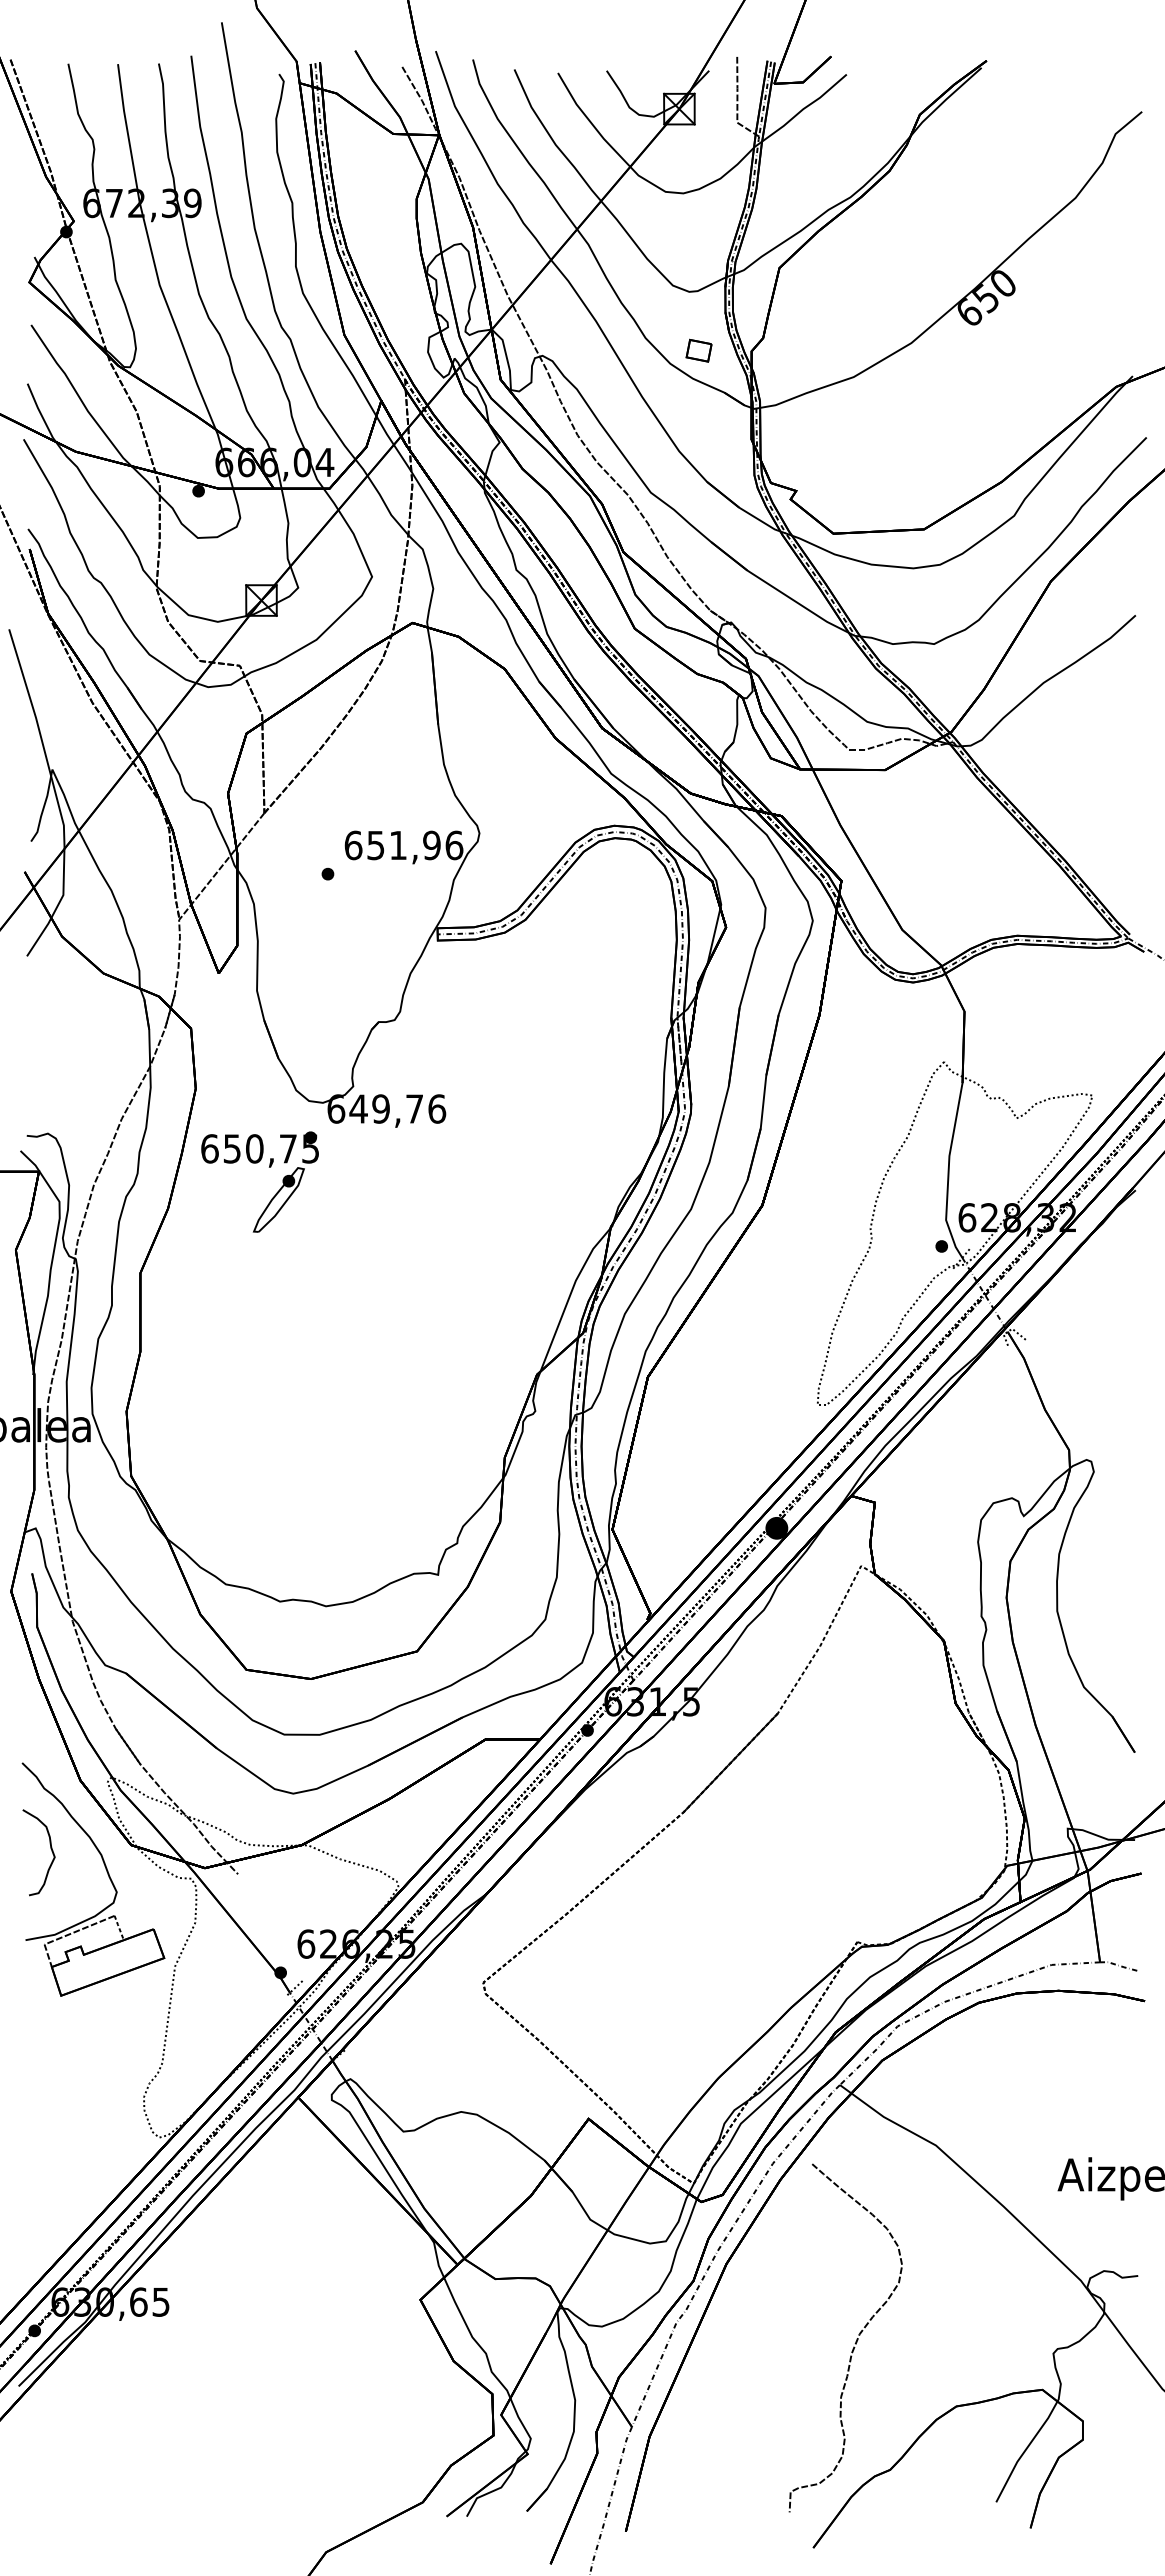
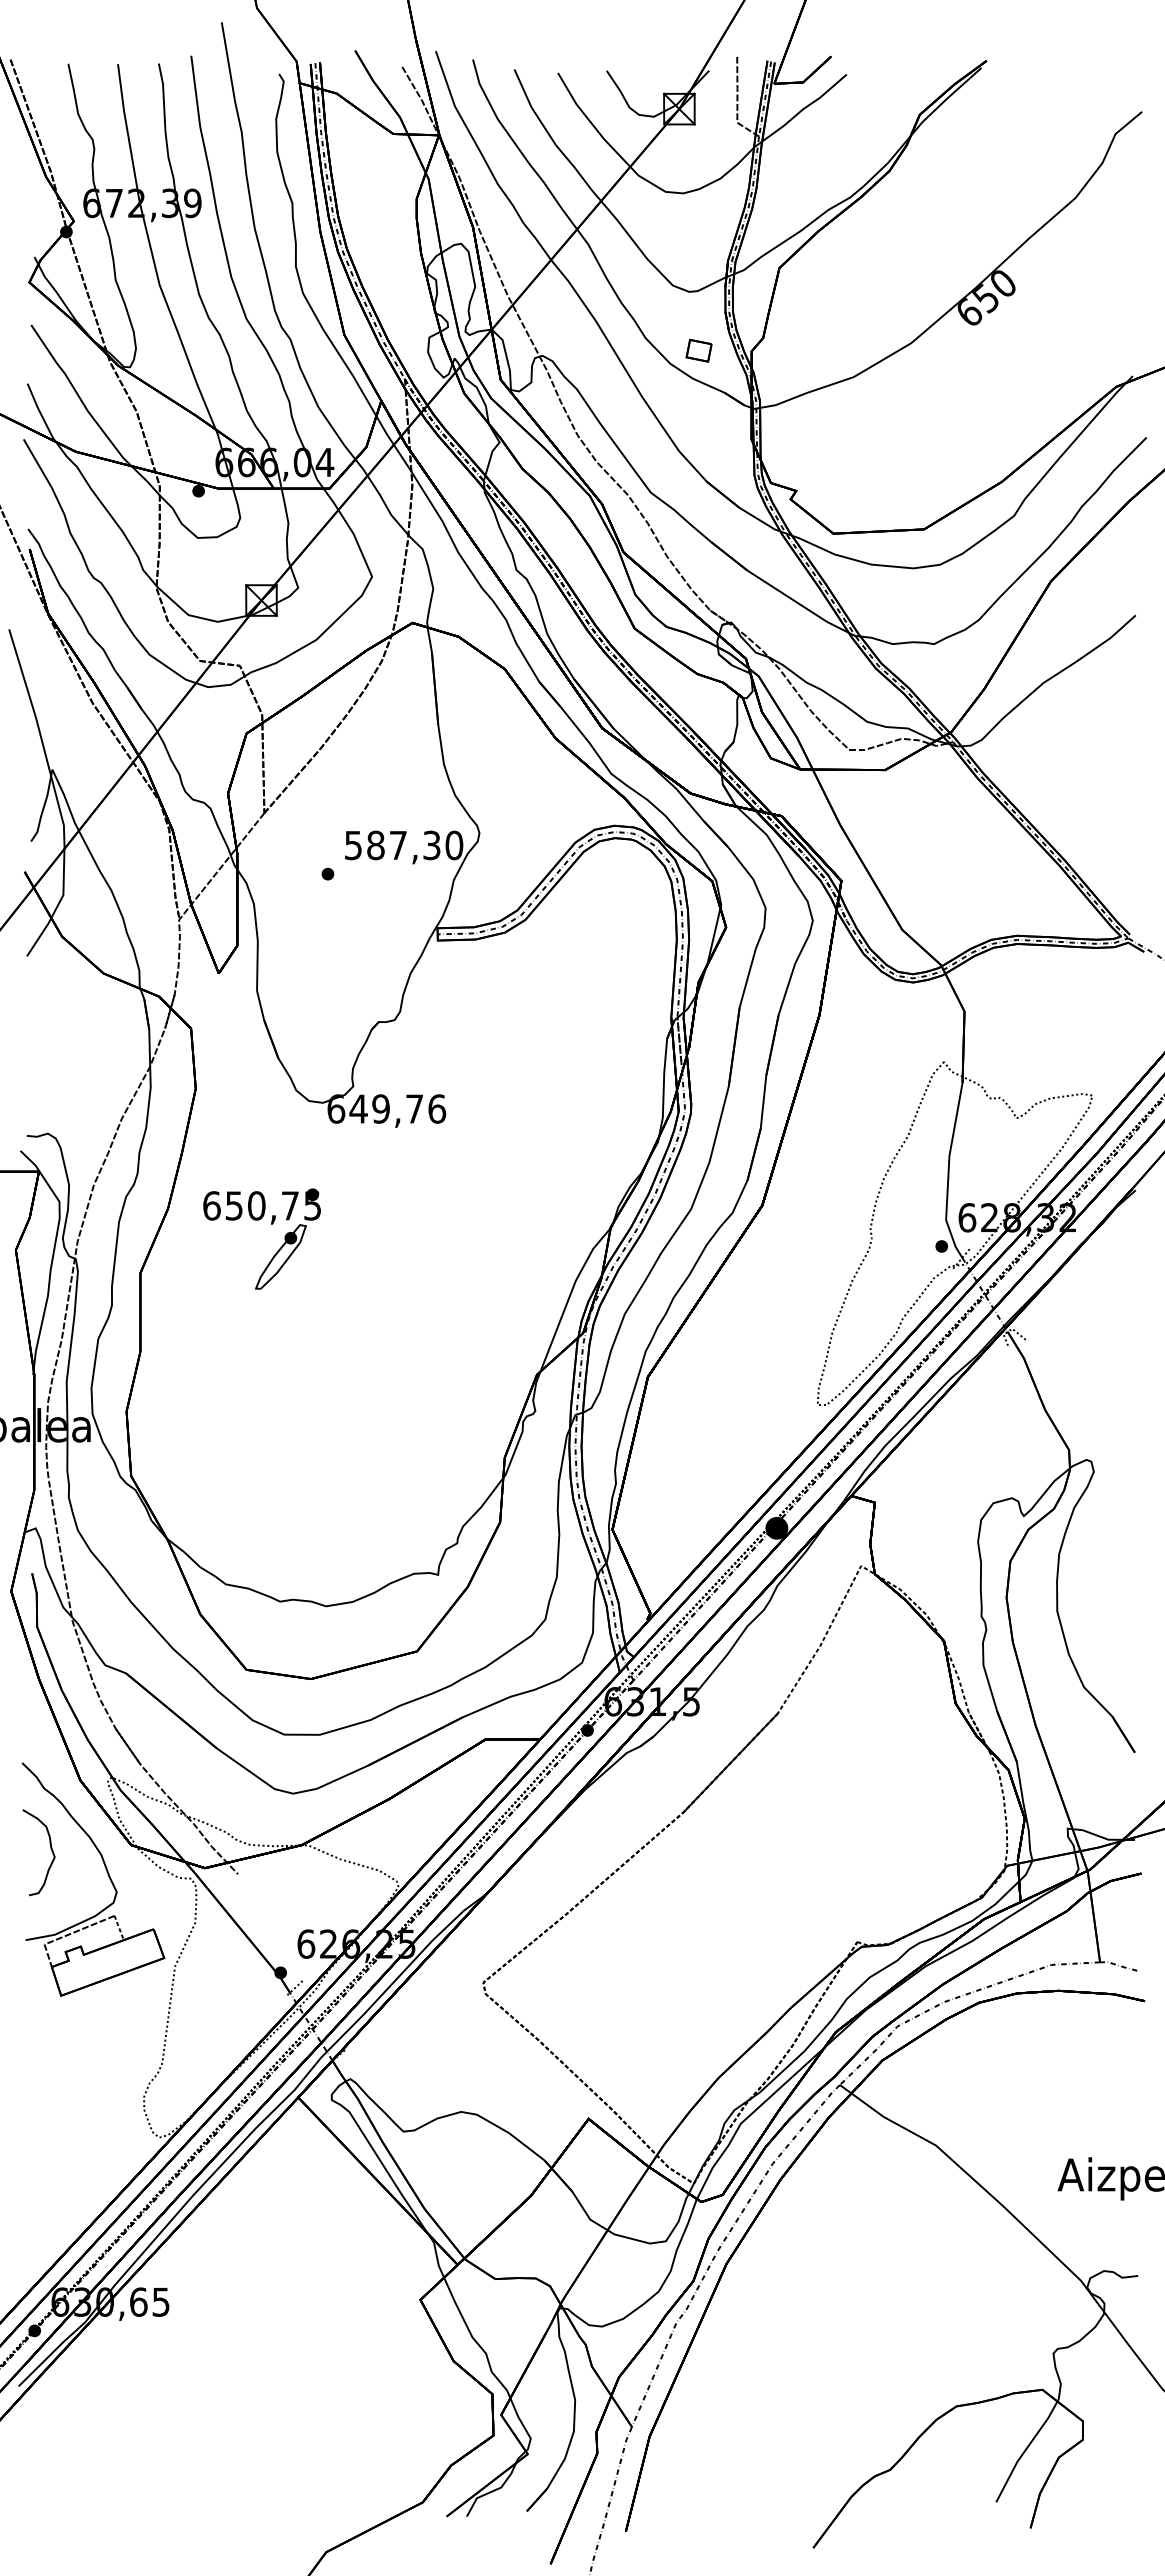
text at (403, 845): 651,96 -> 587,30
part at (268, 1167) position: (268, 1167) -> (270, 1224)
curve at (855, 2341): present -> none
